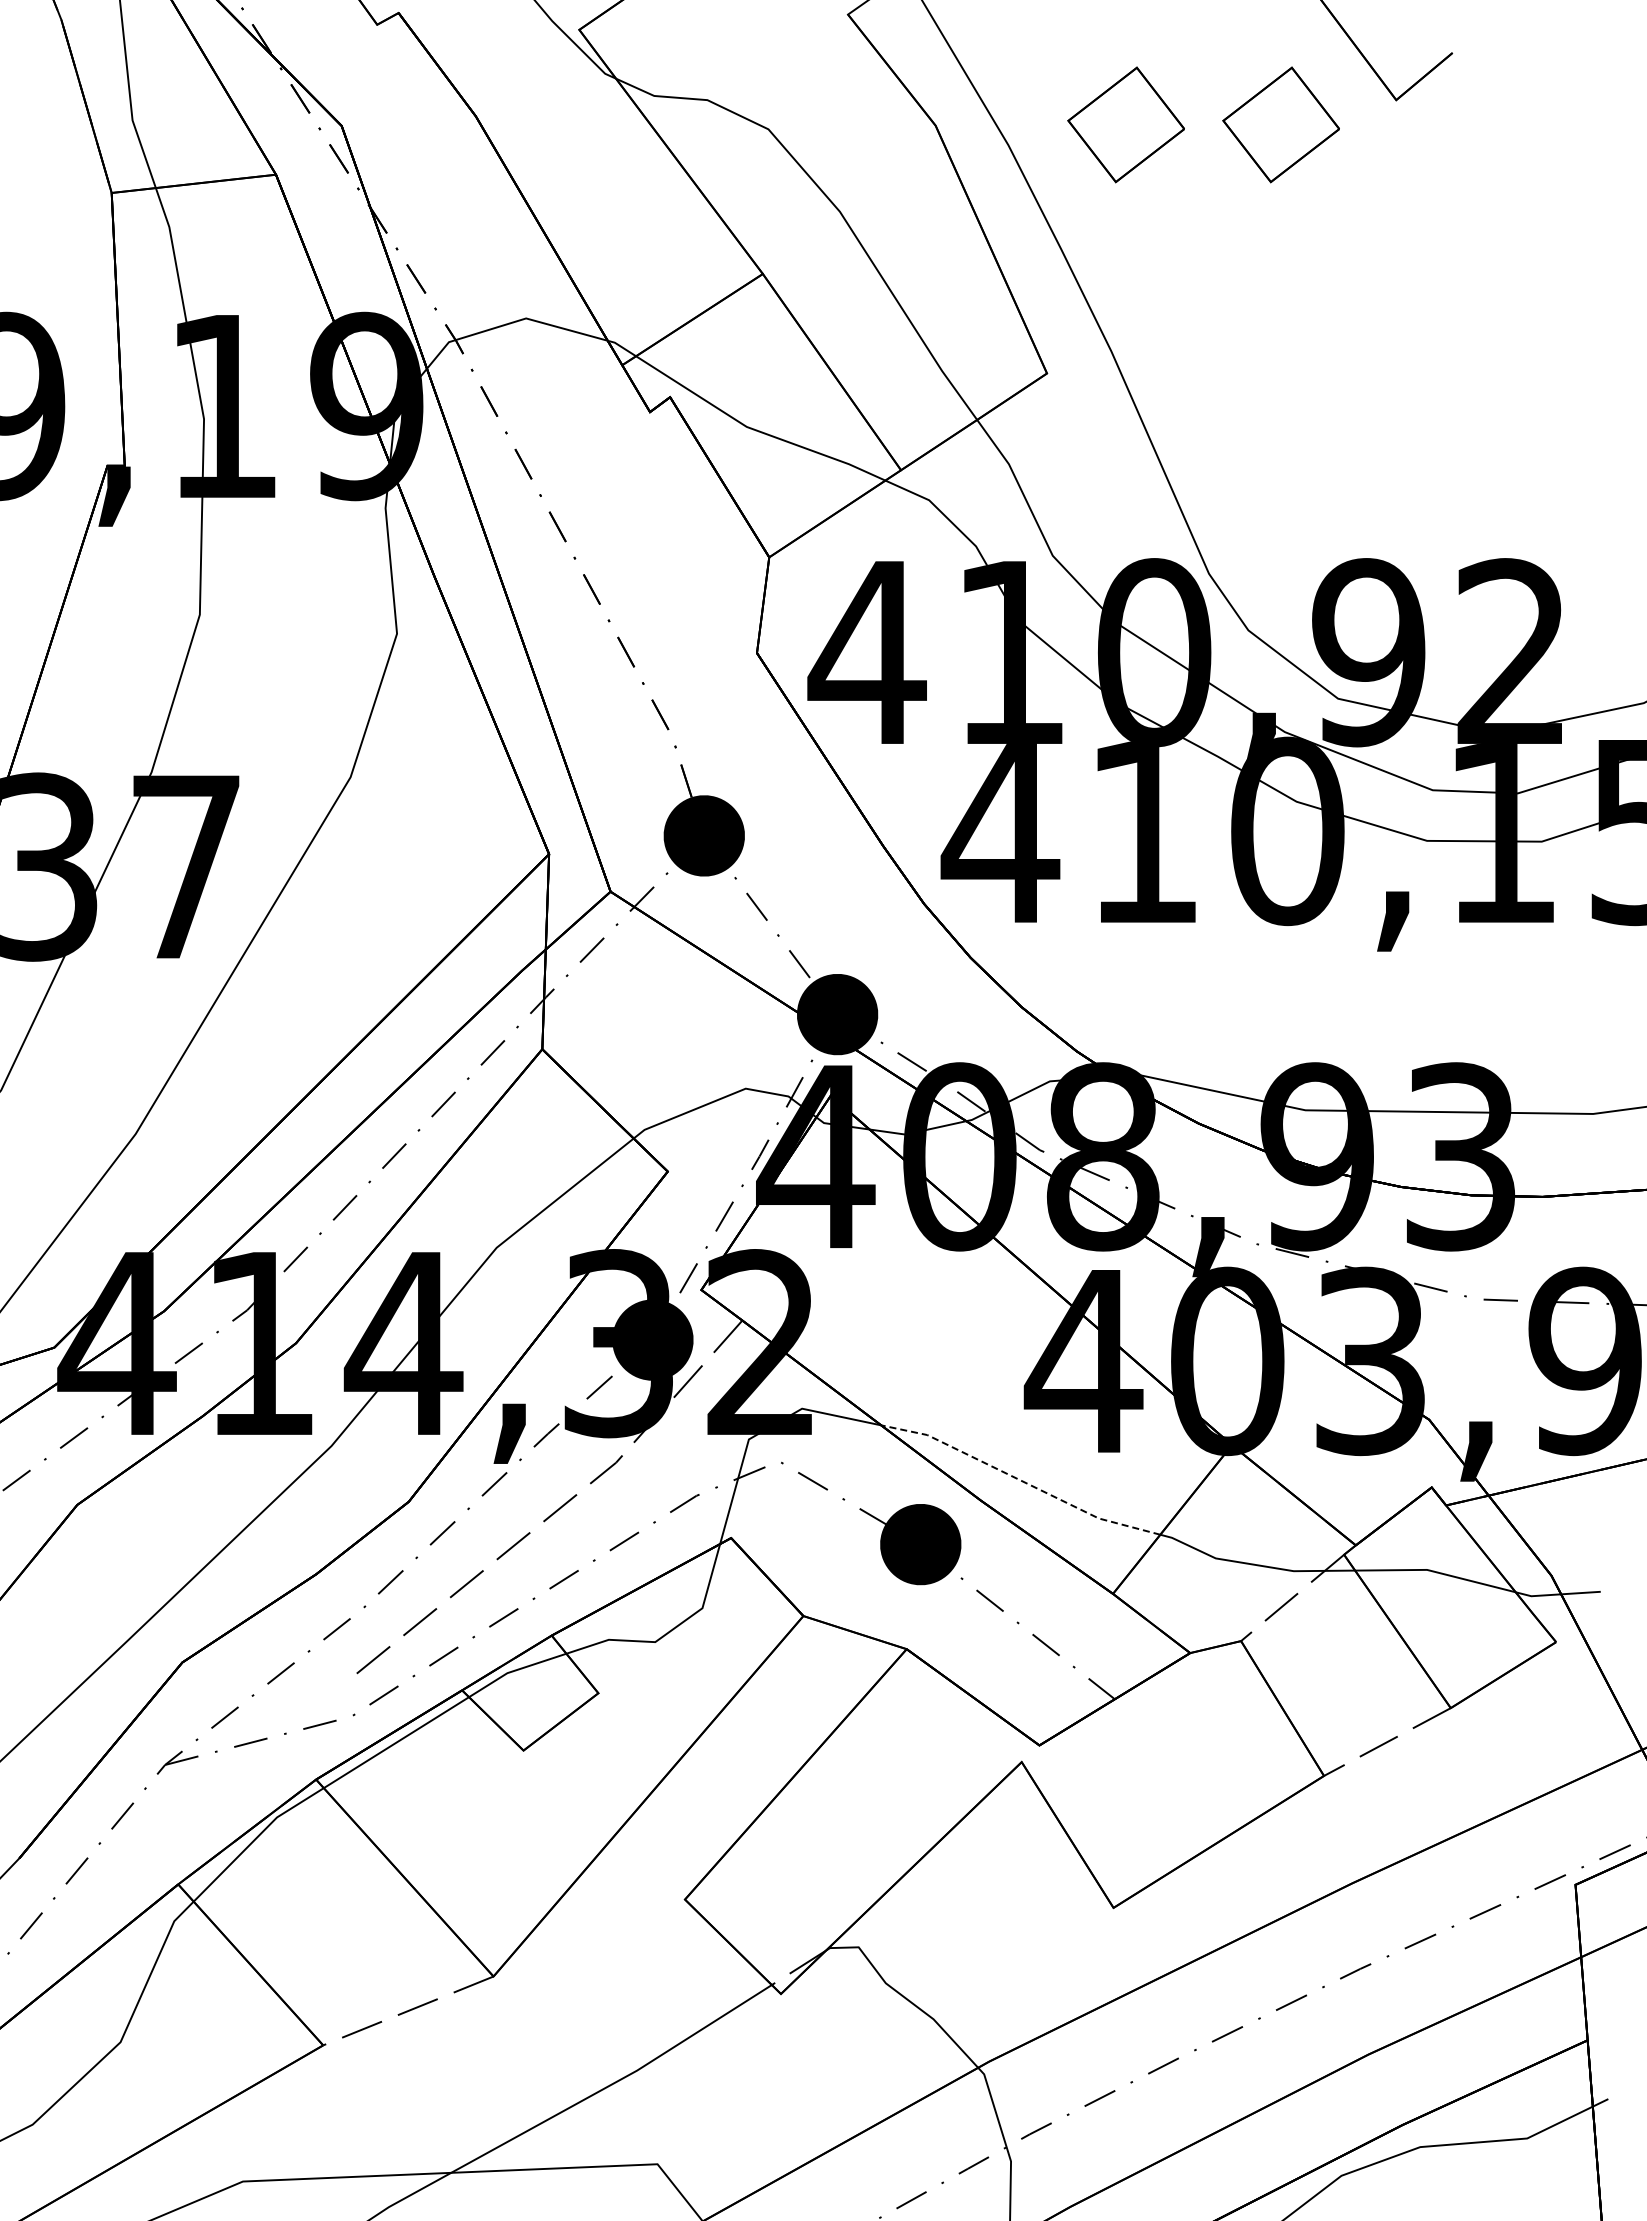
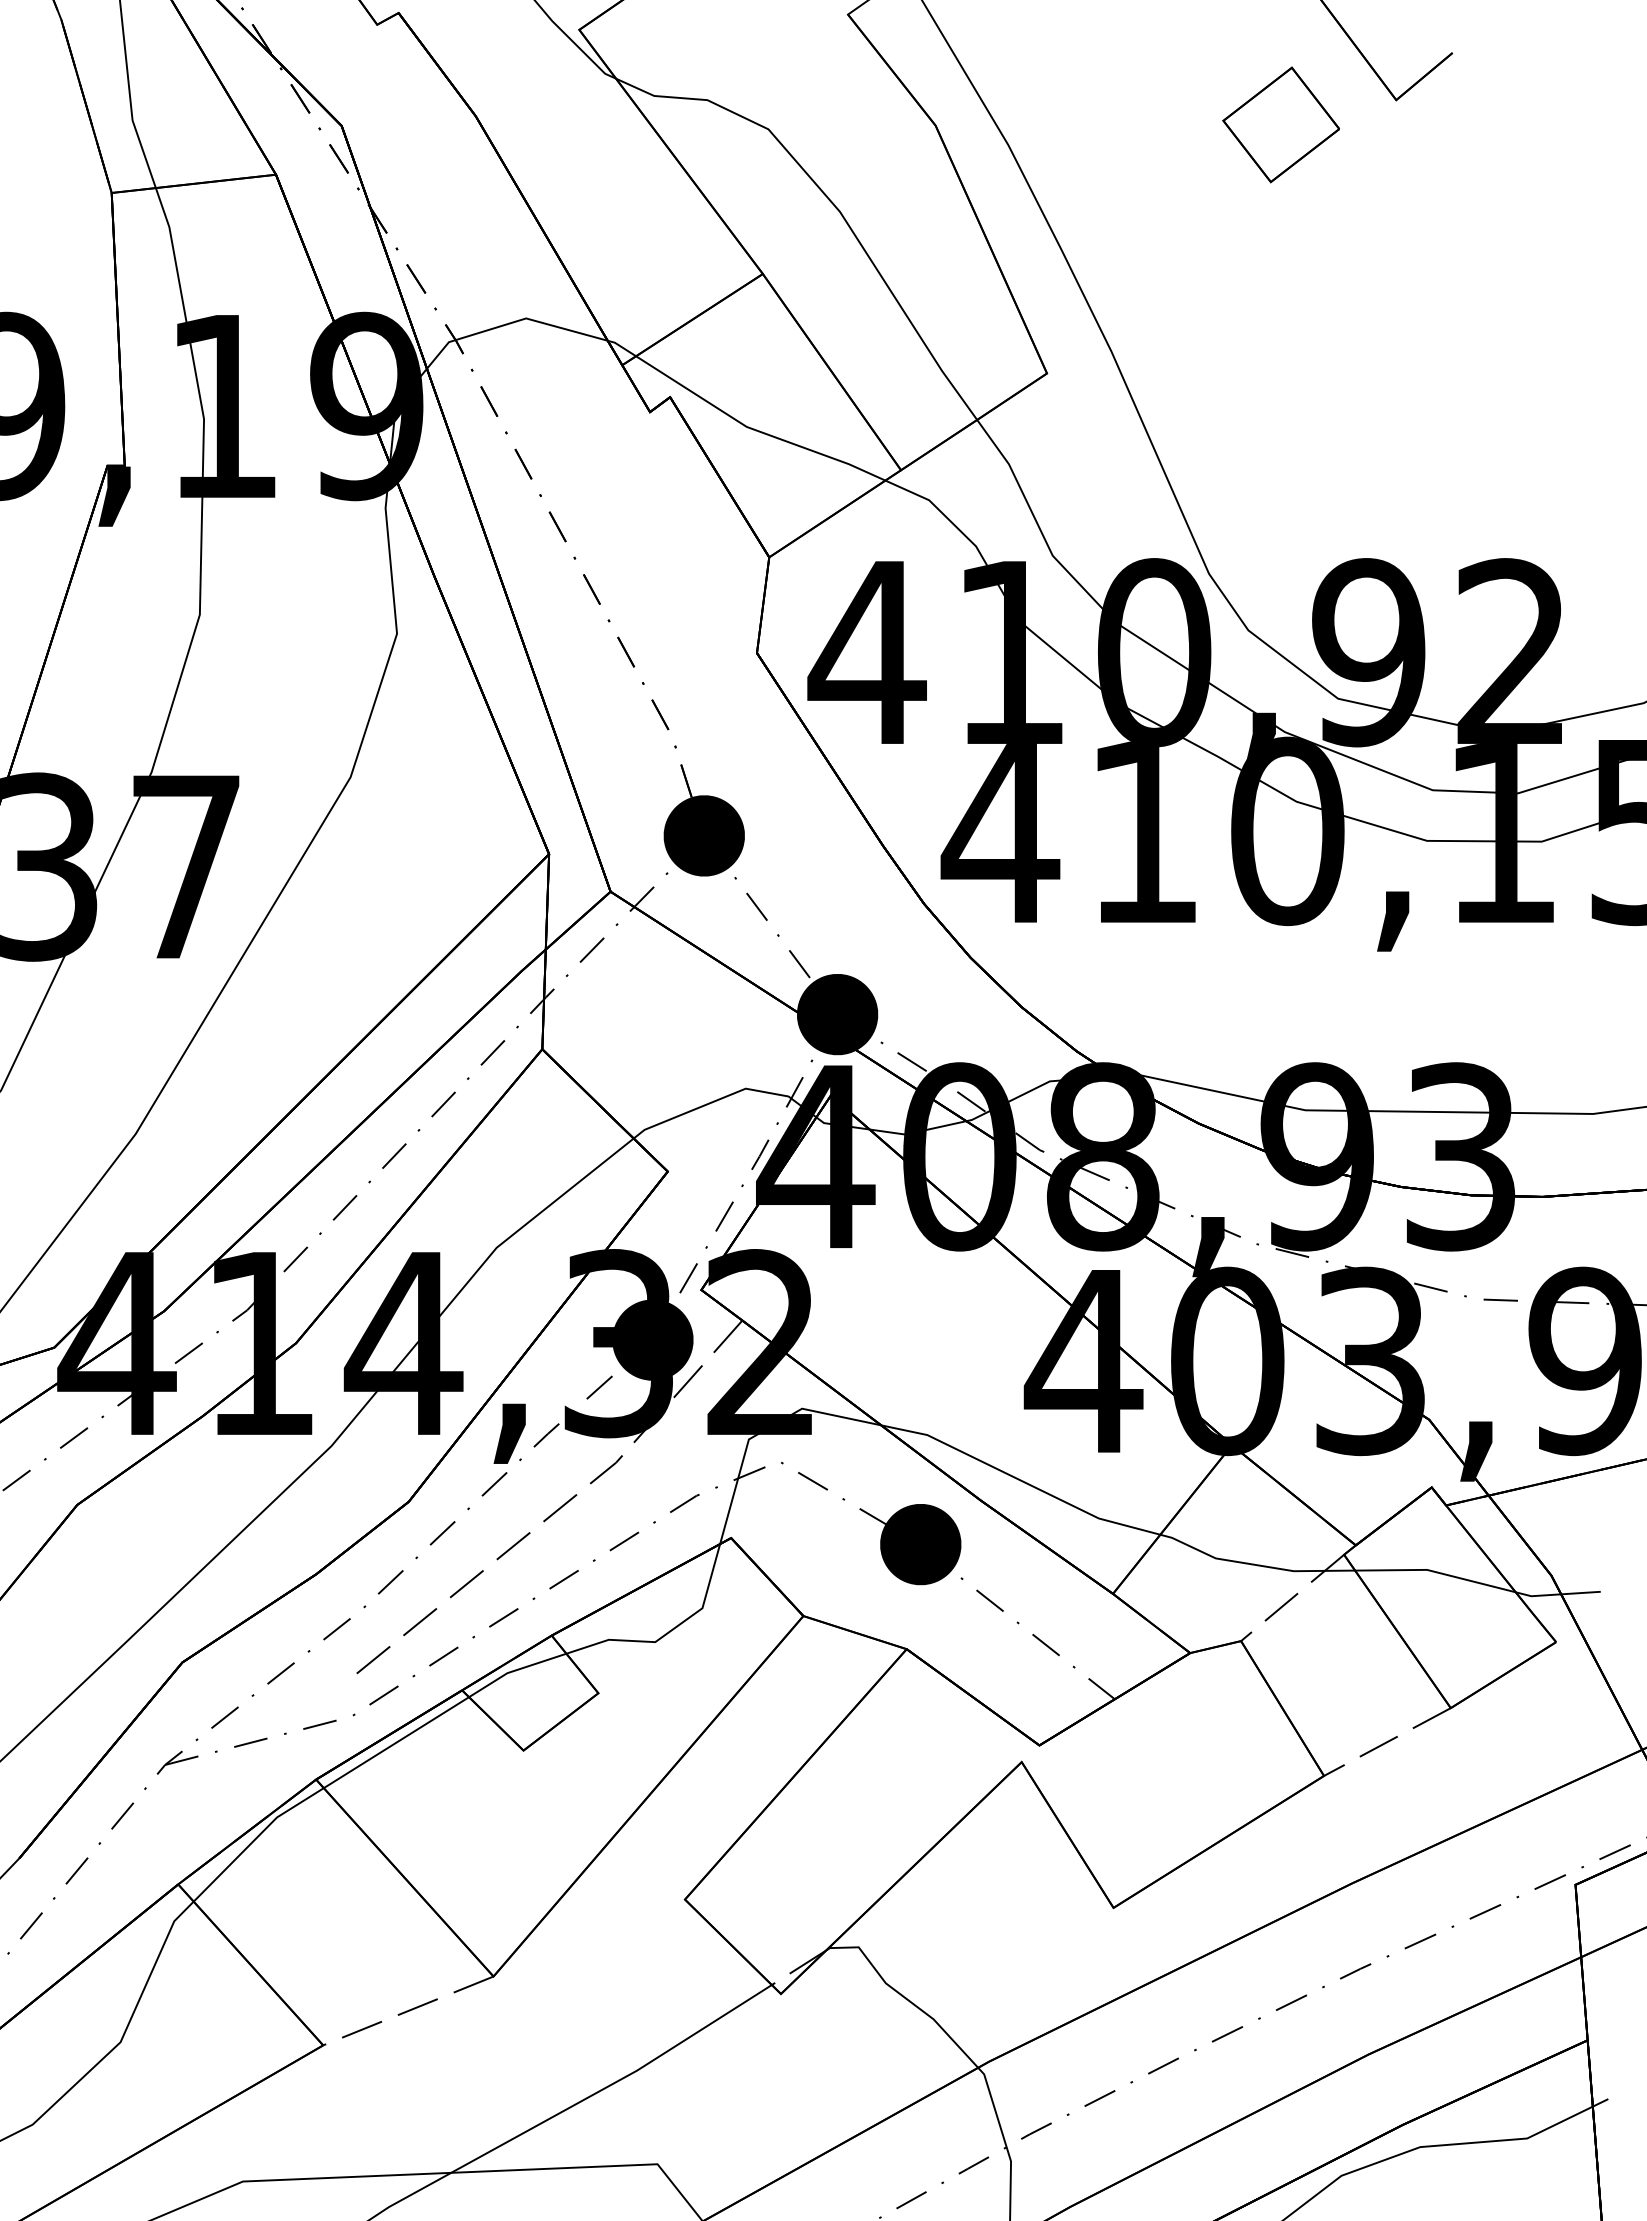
part at (1125, 124): present -> none
line at (1019, 1480): dashed -> solid
